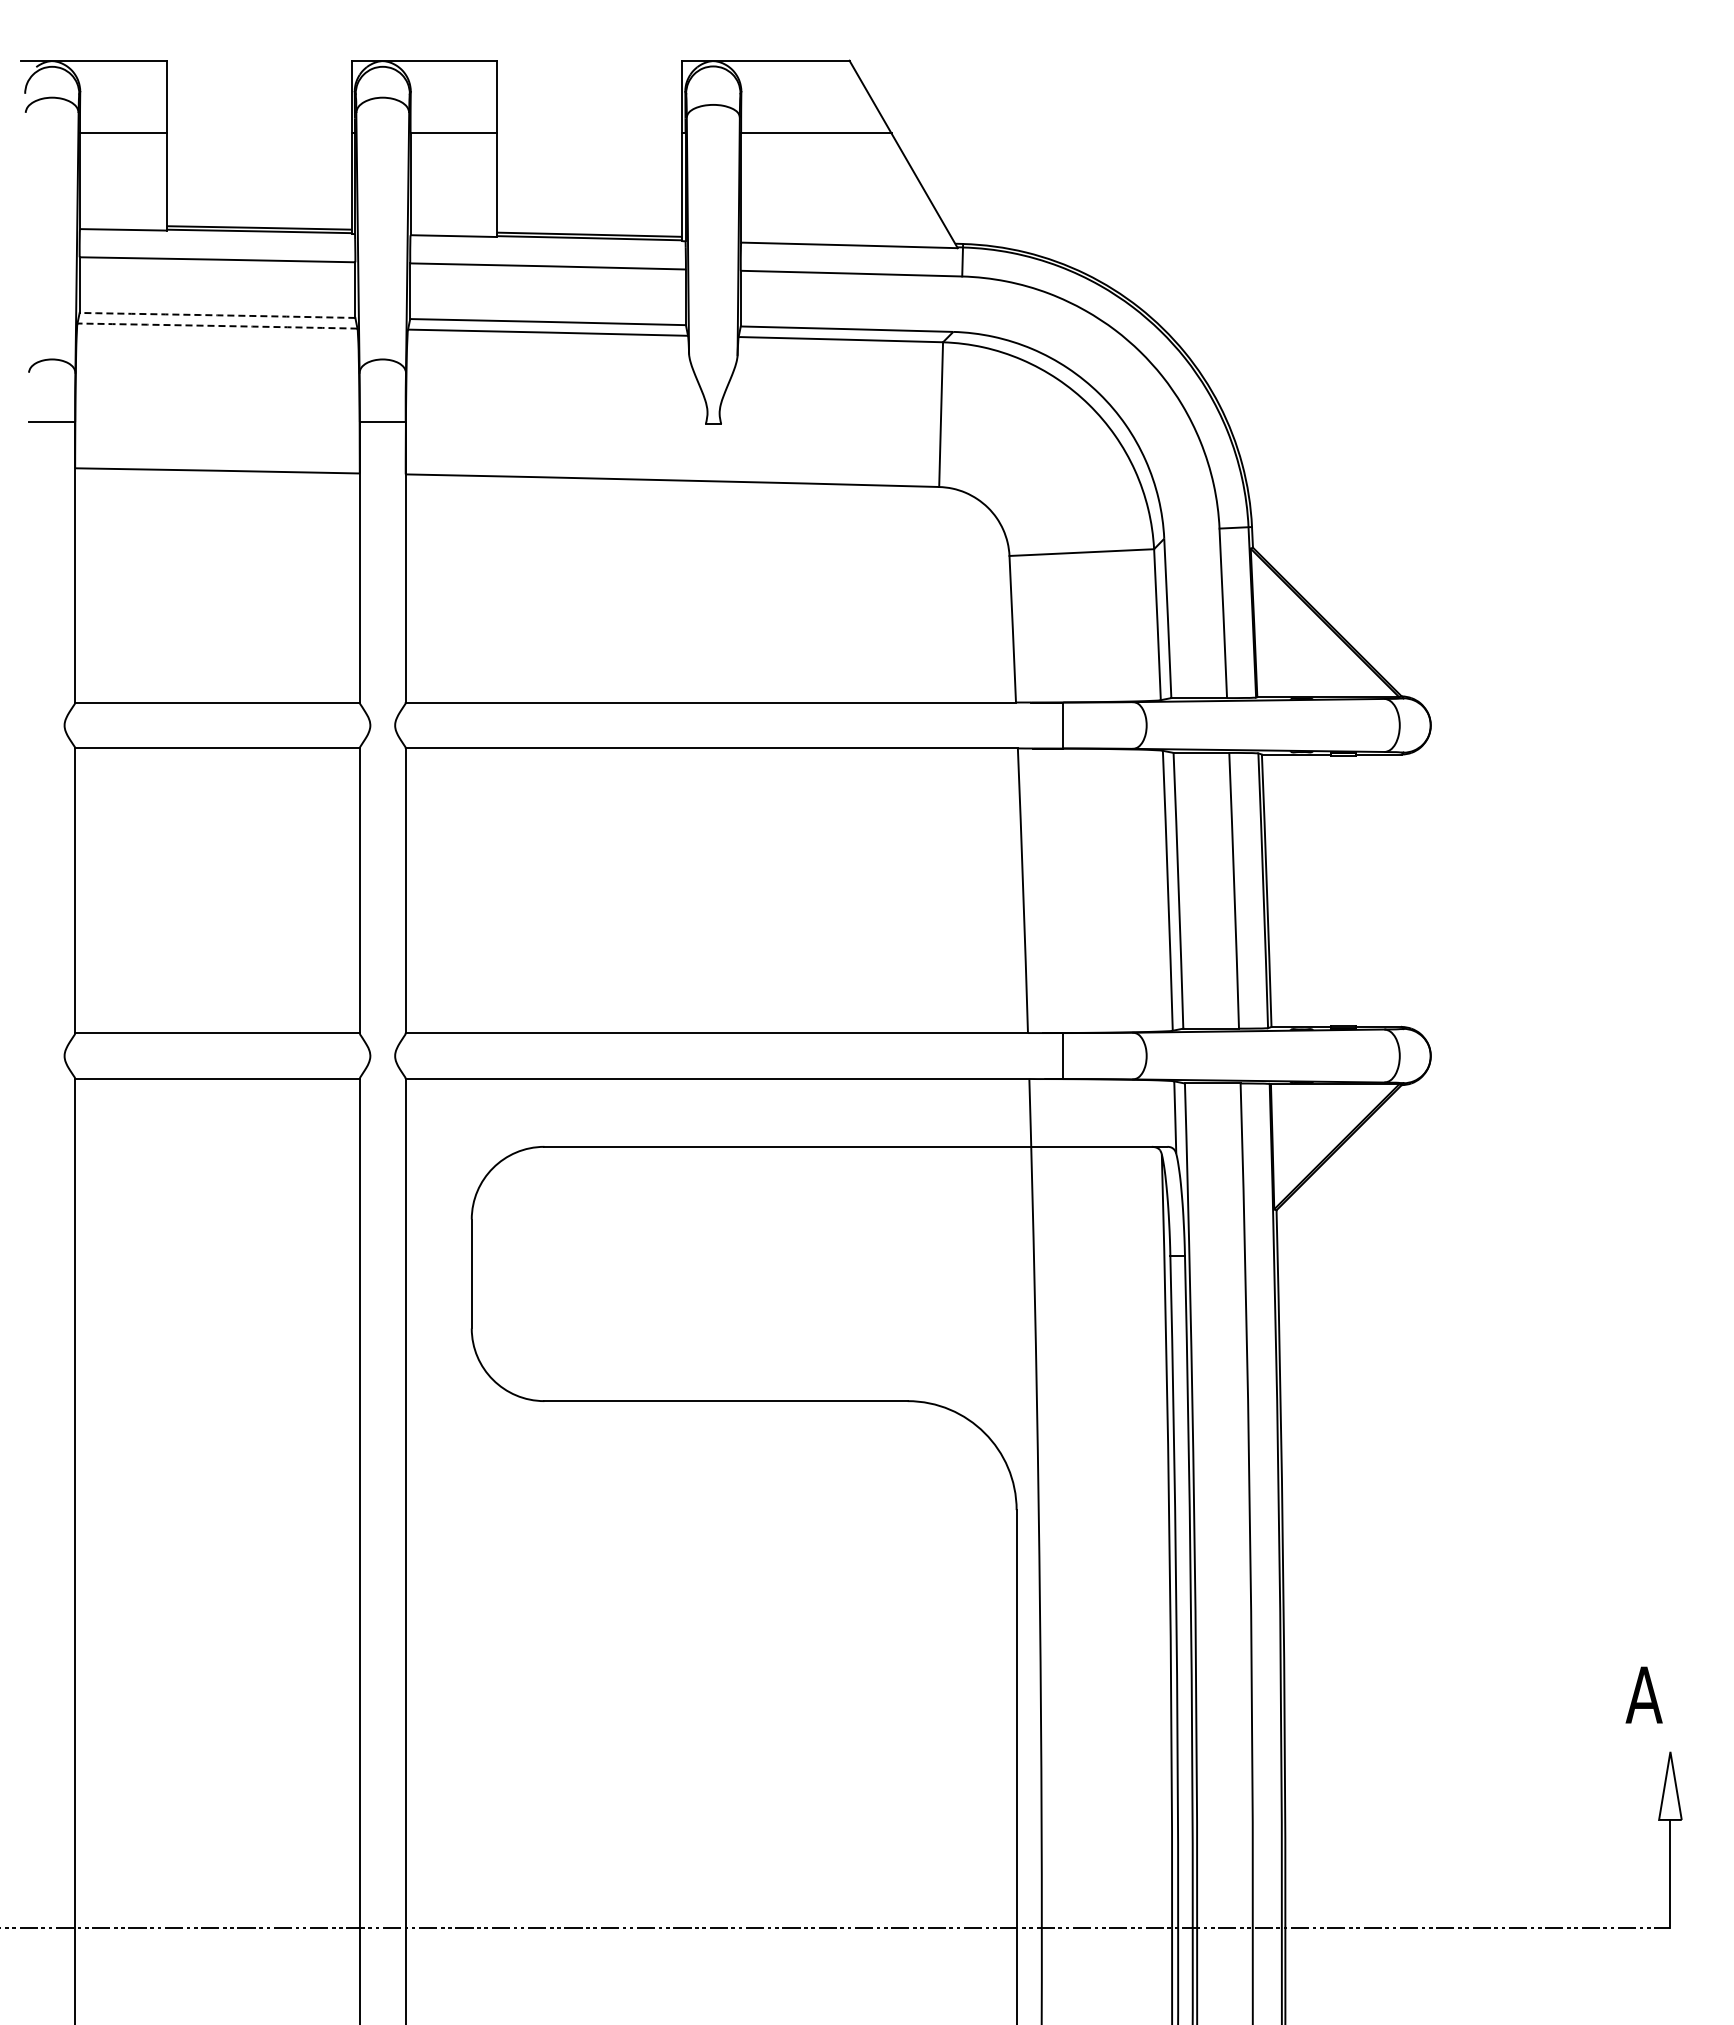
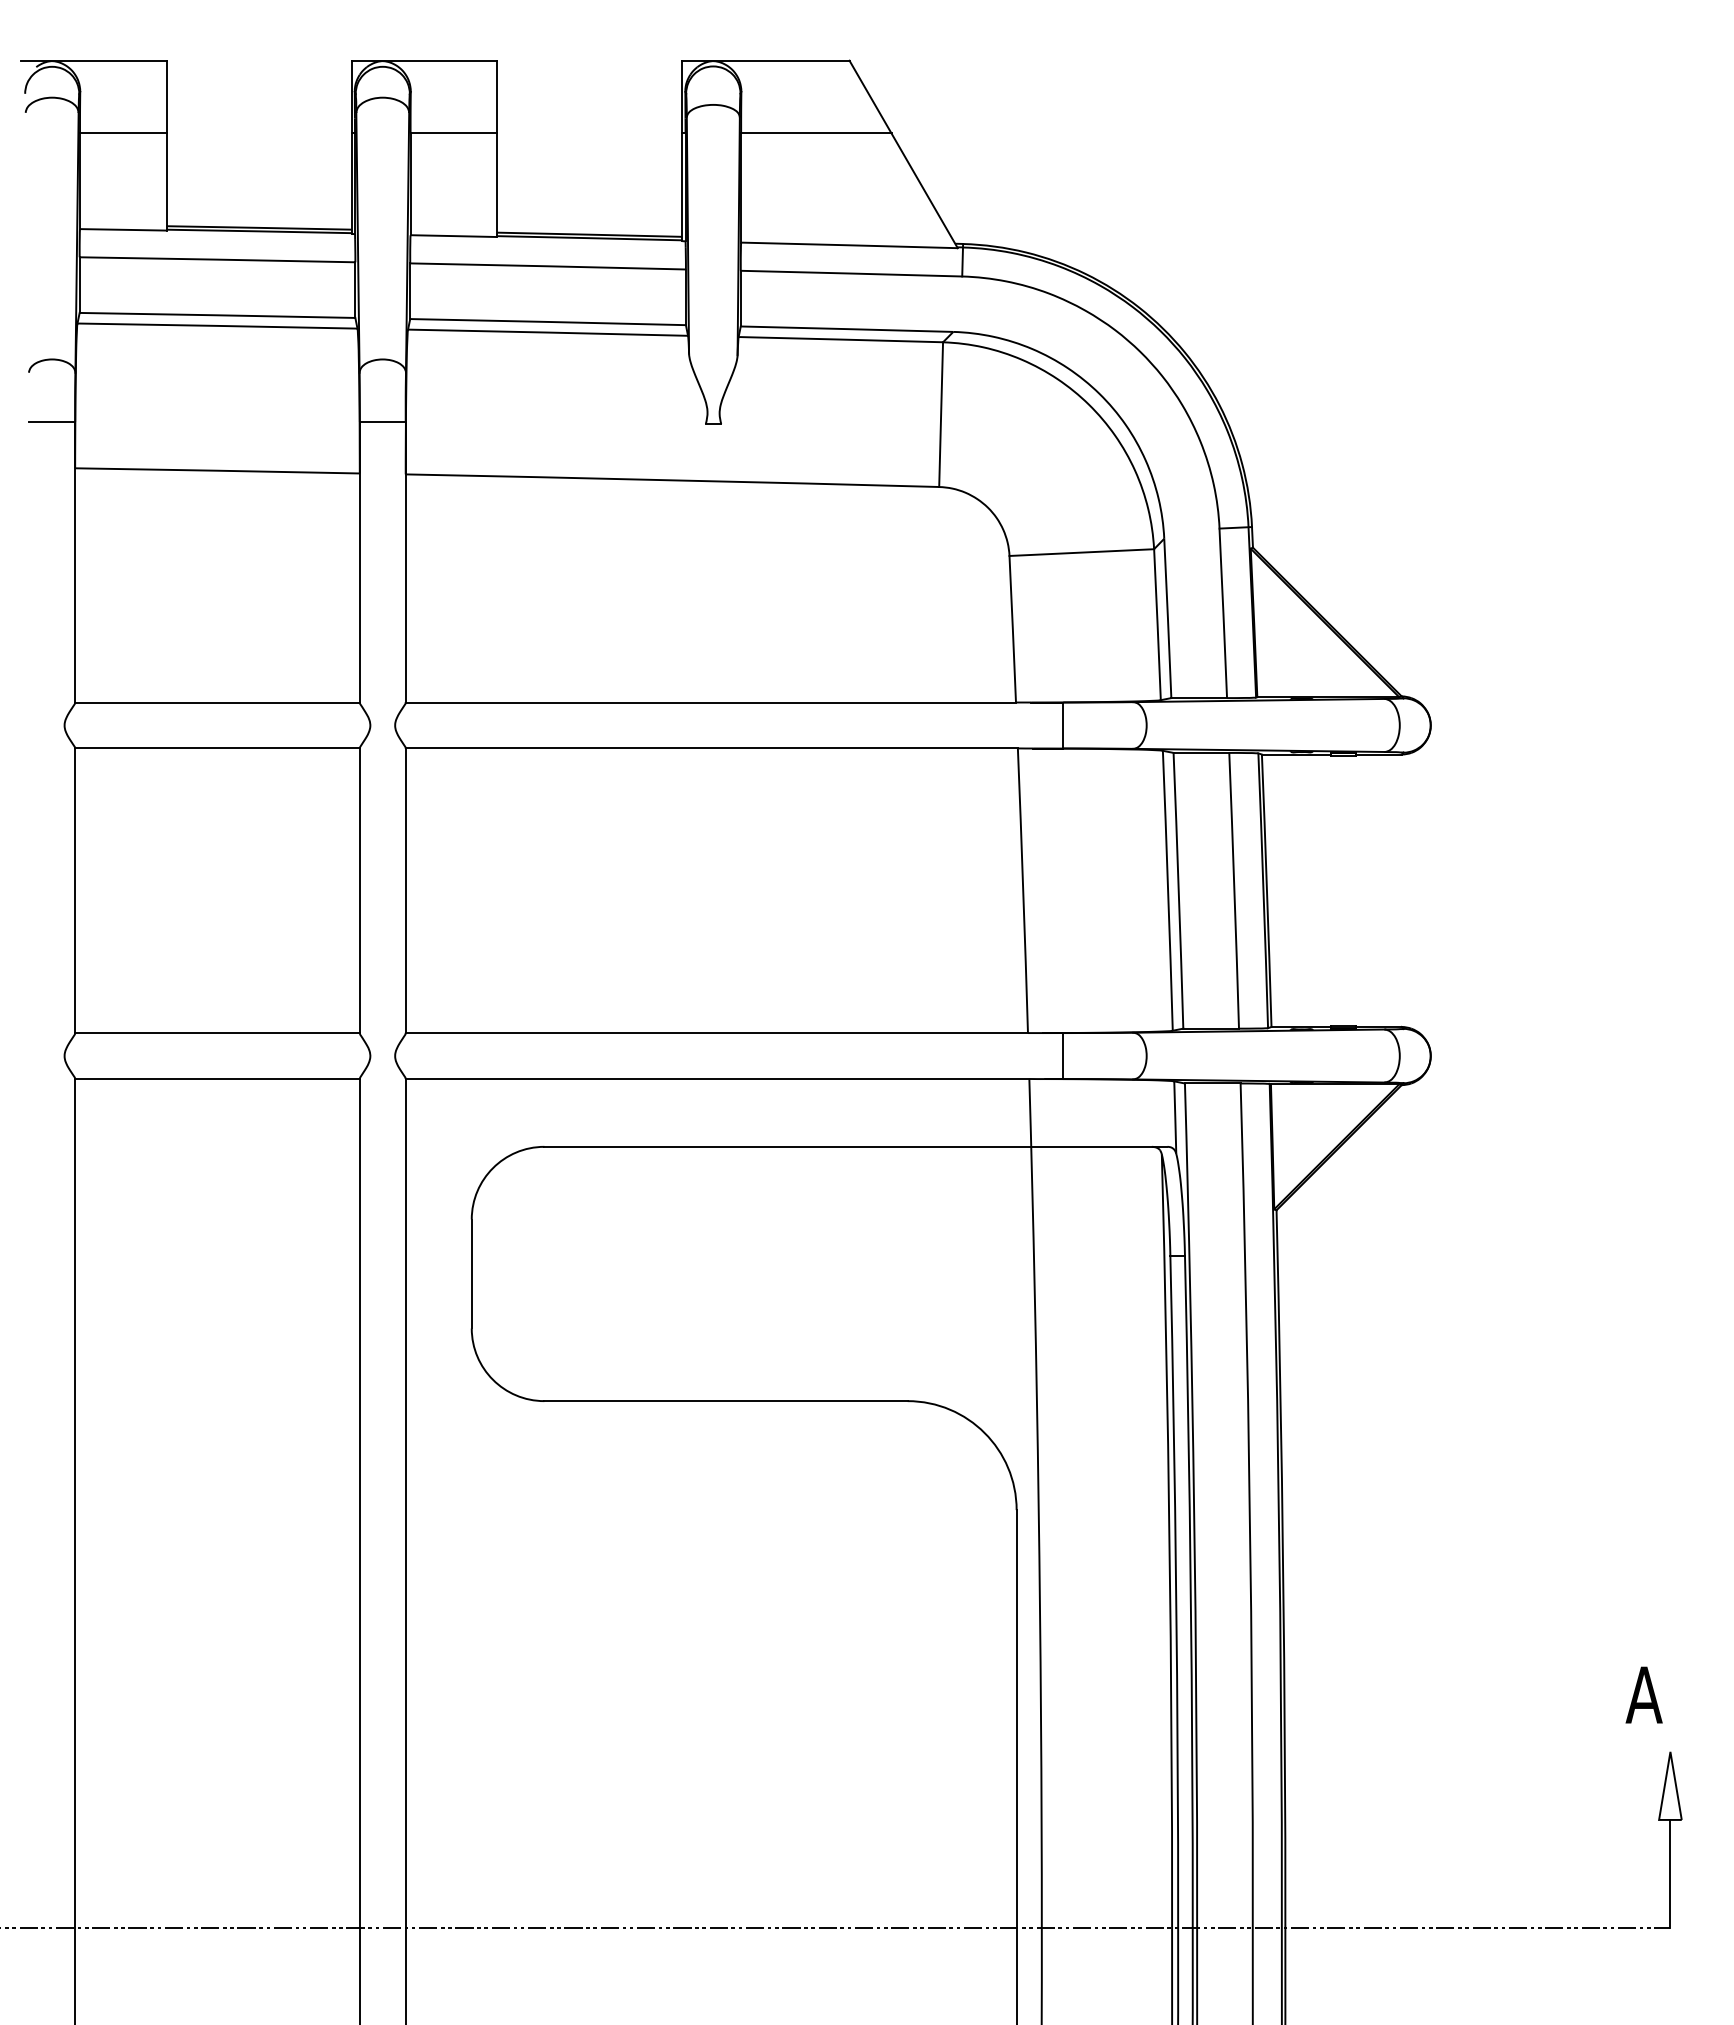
arc at (217, 315): dashed -> solid
arc at (217, 325): dashed -> solid
